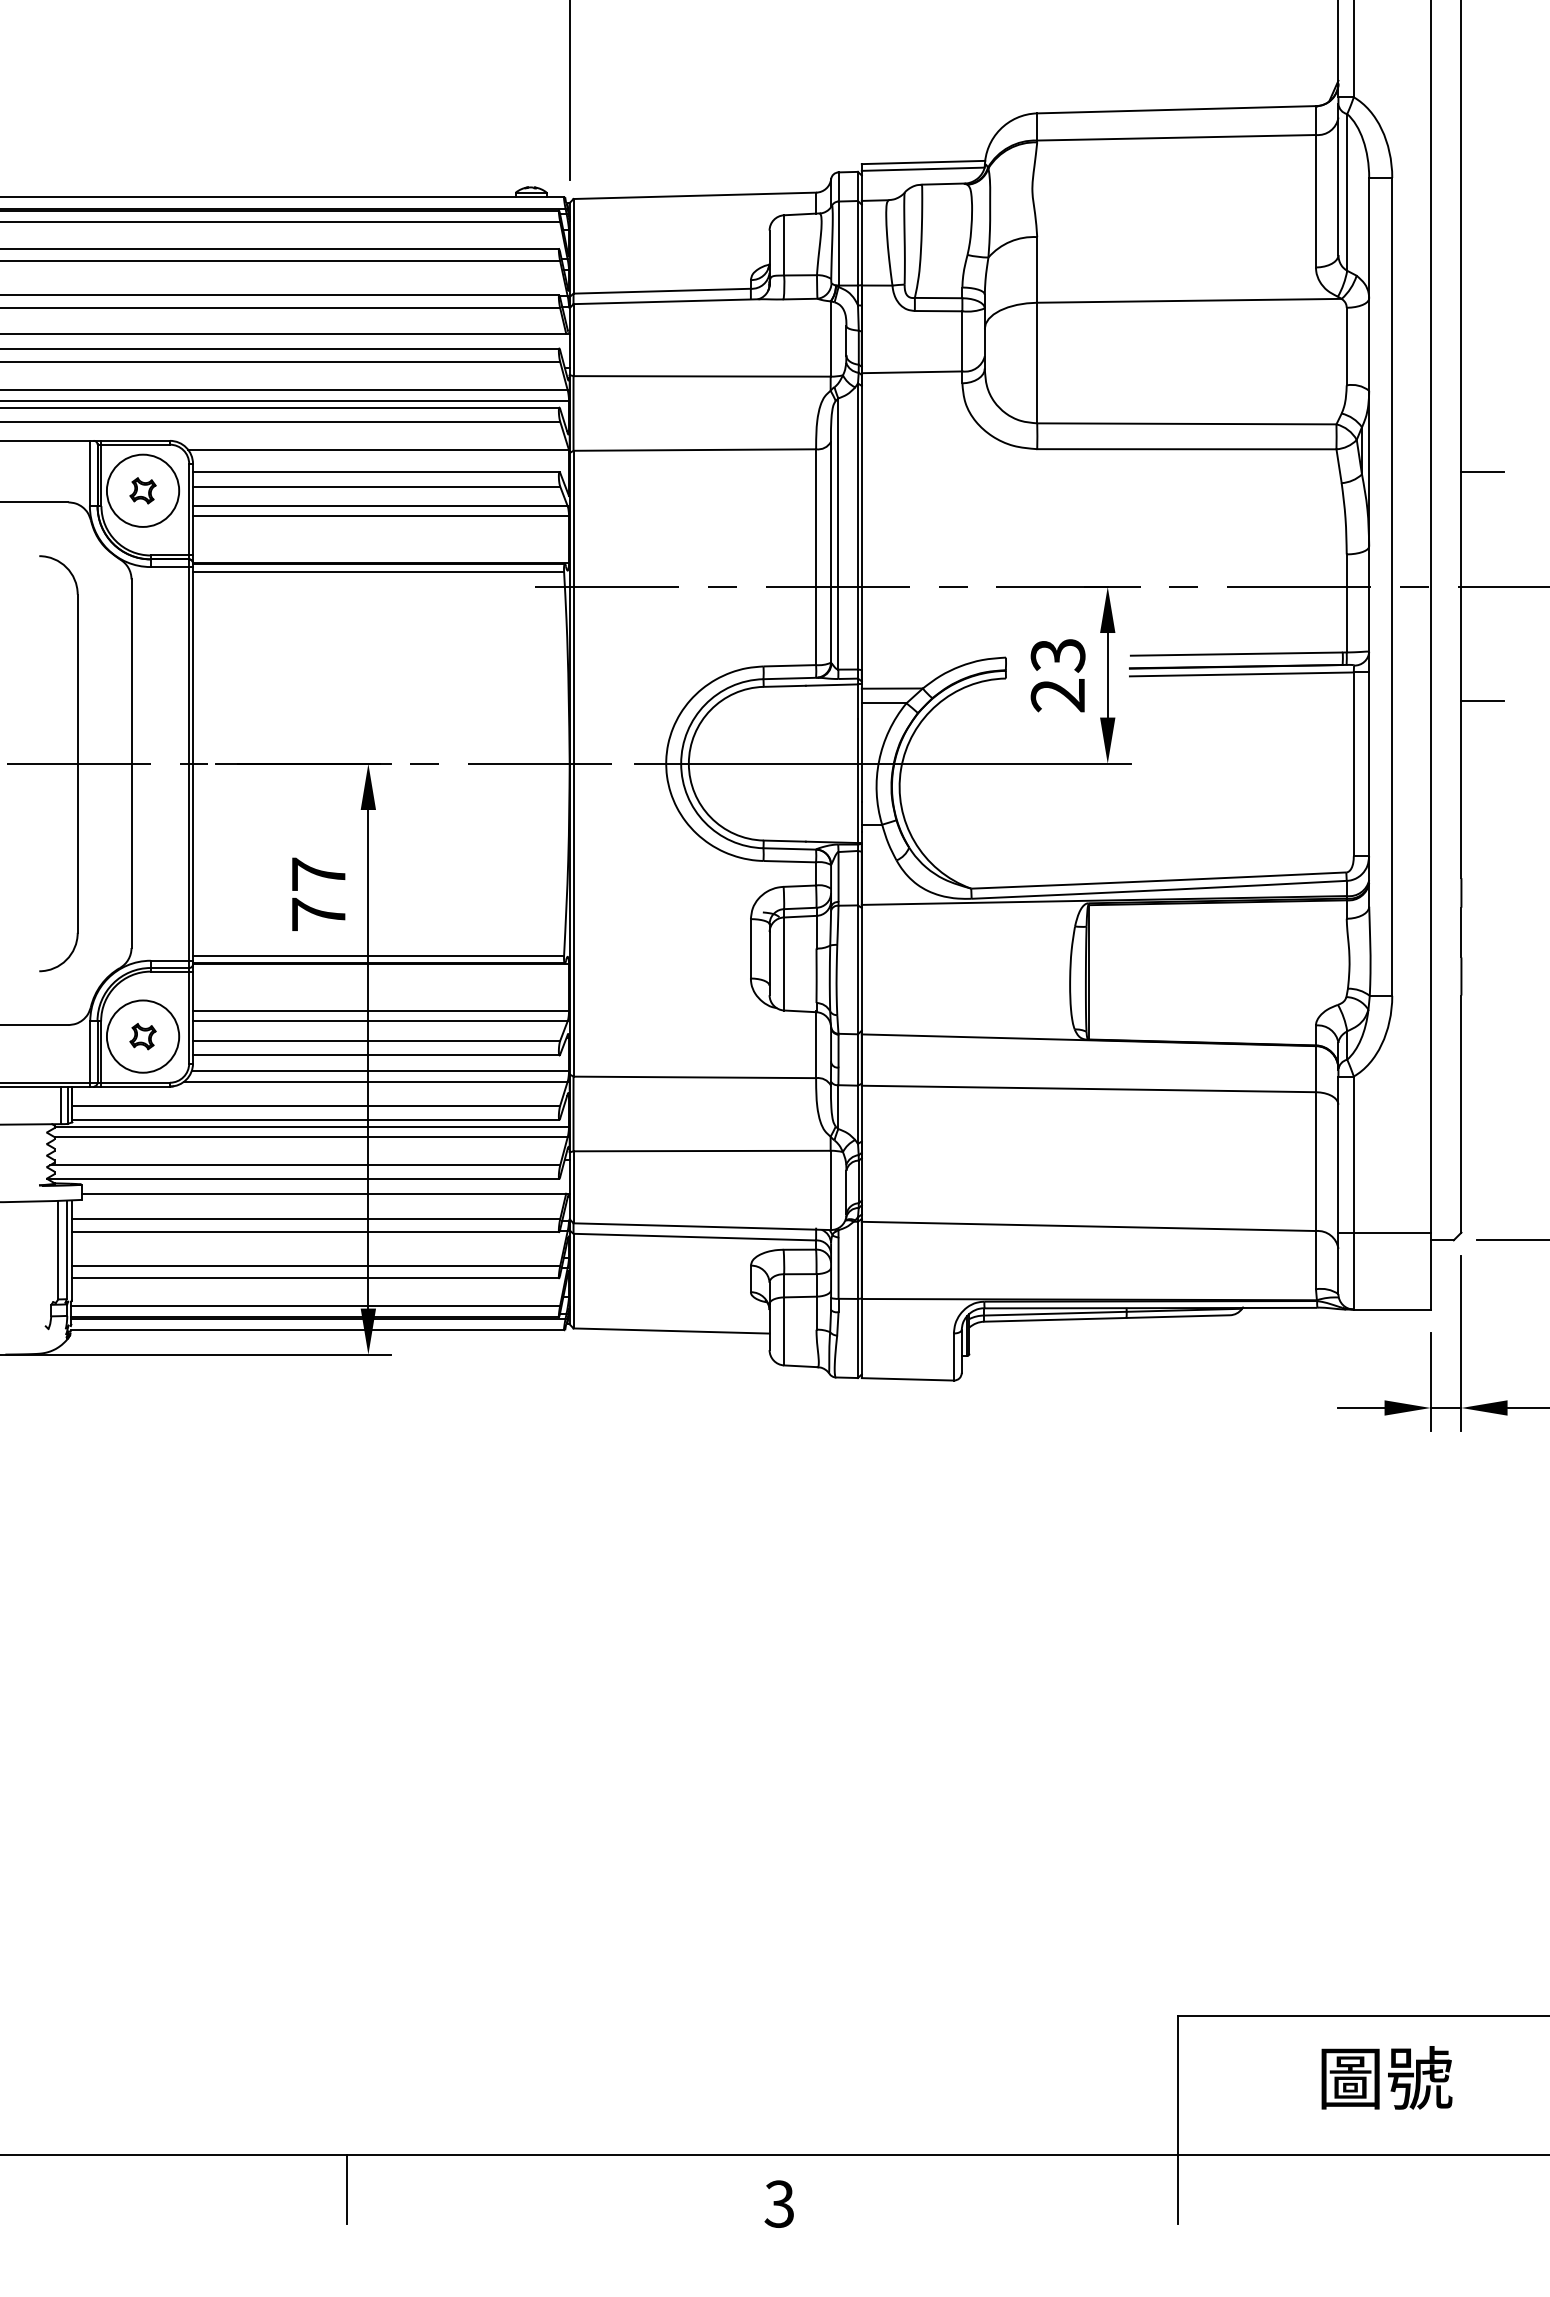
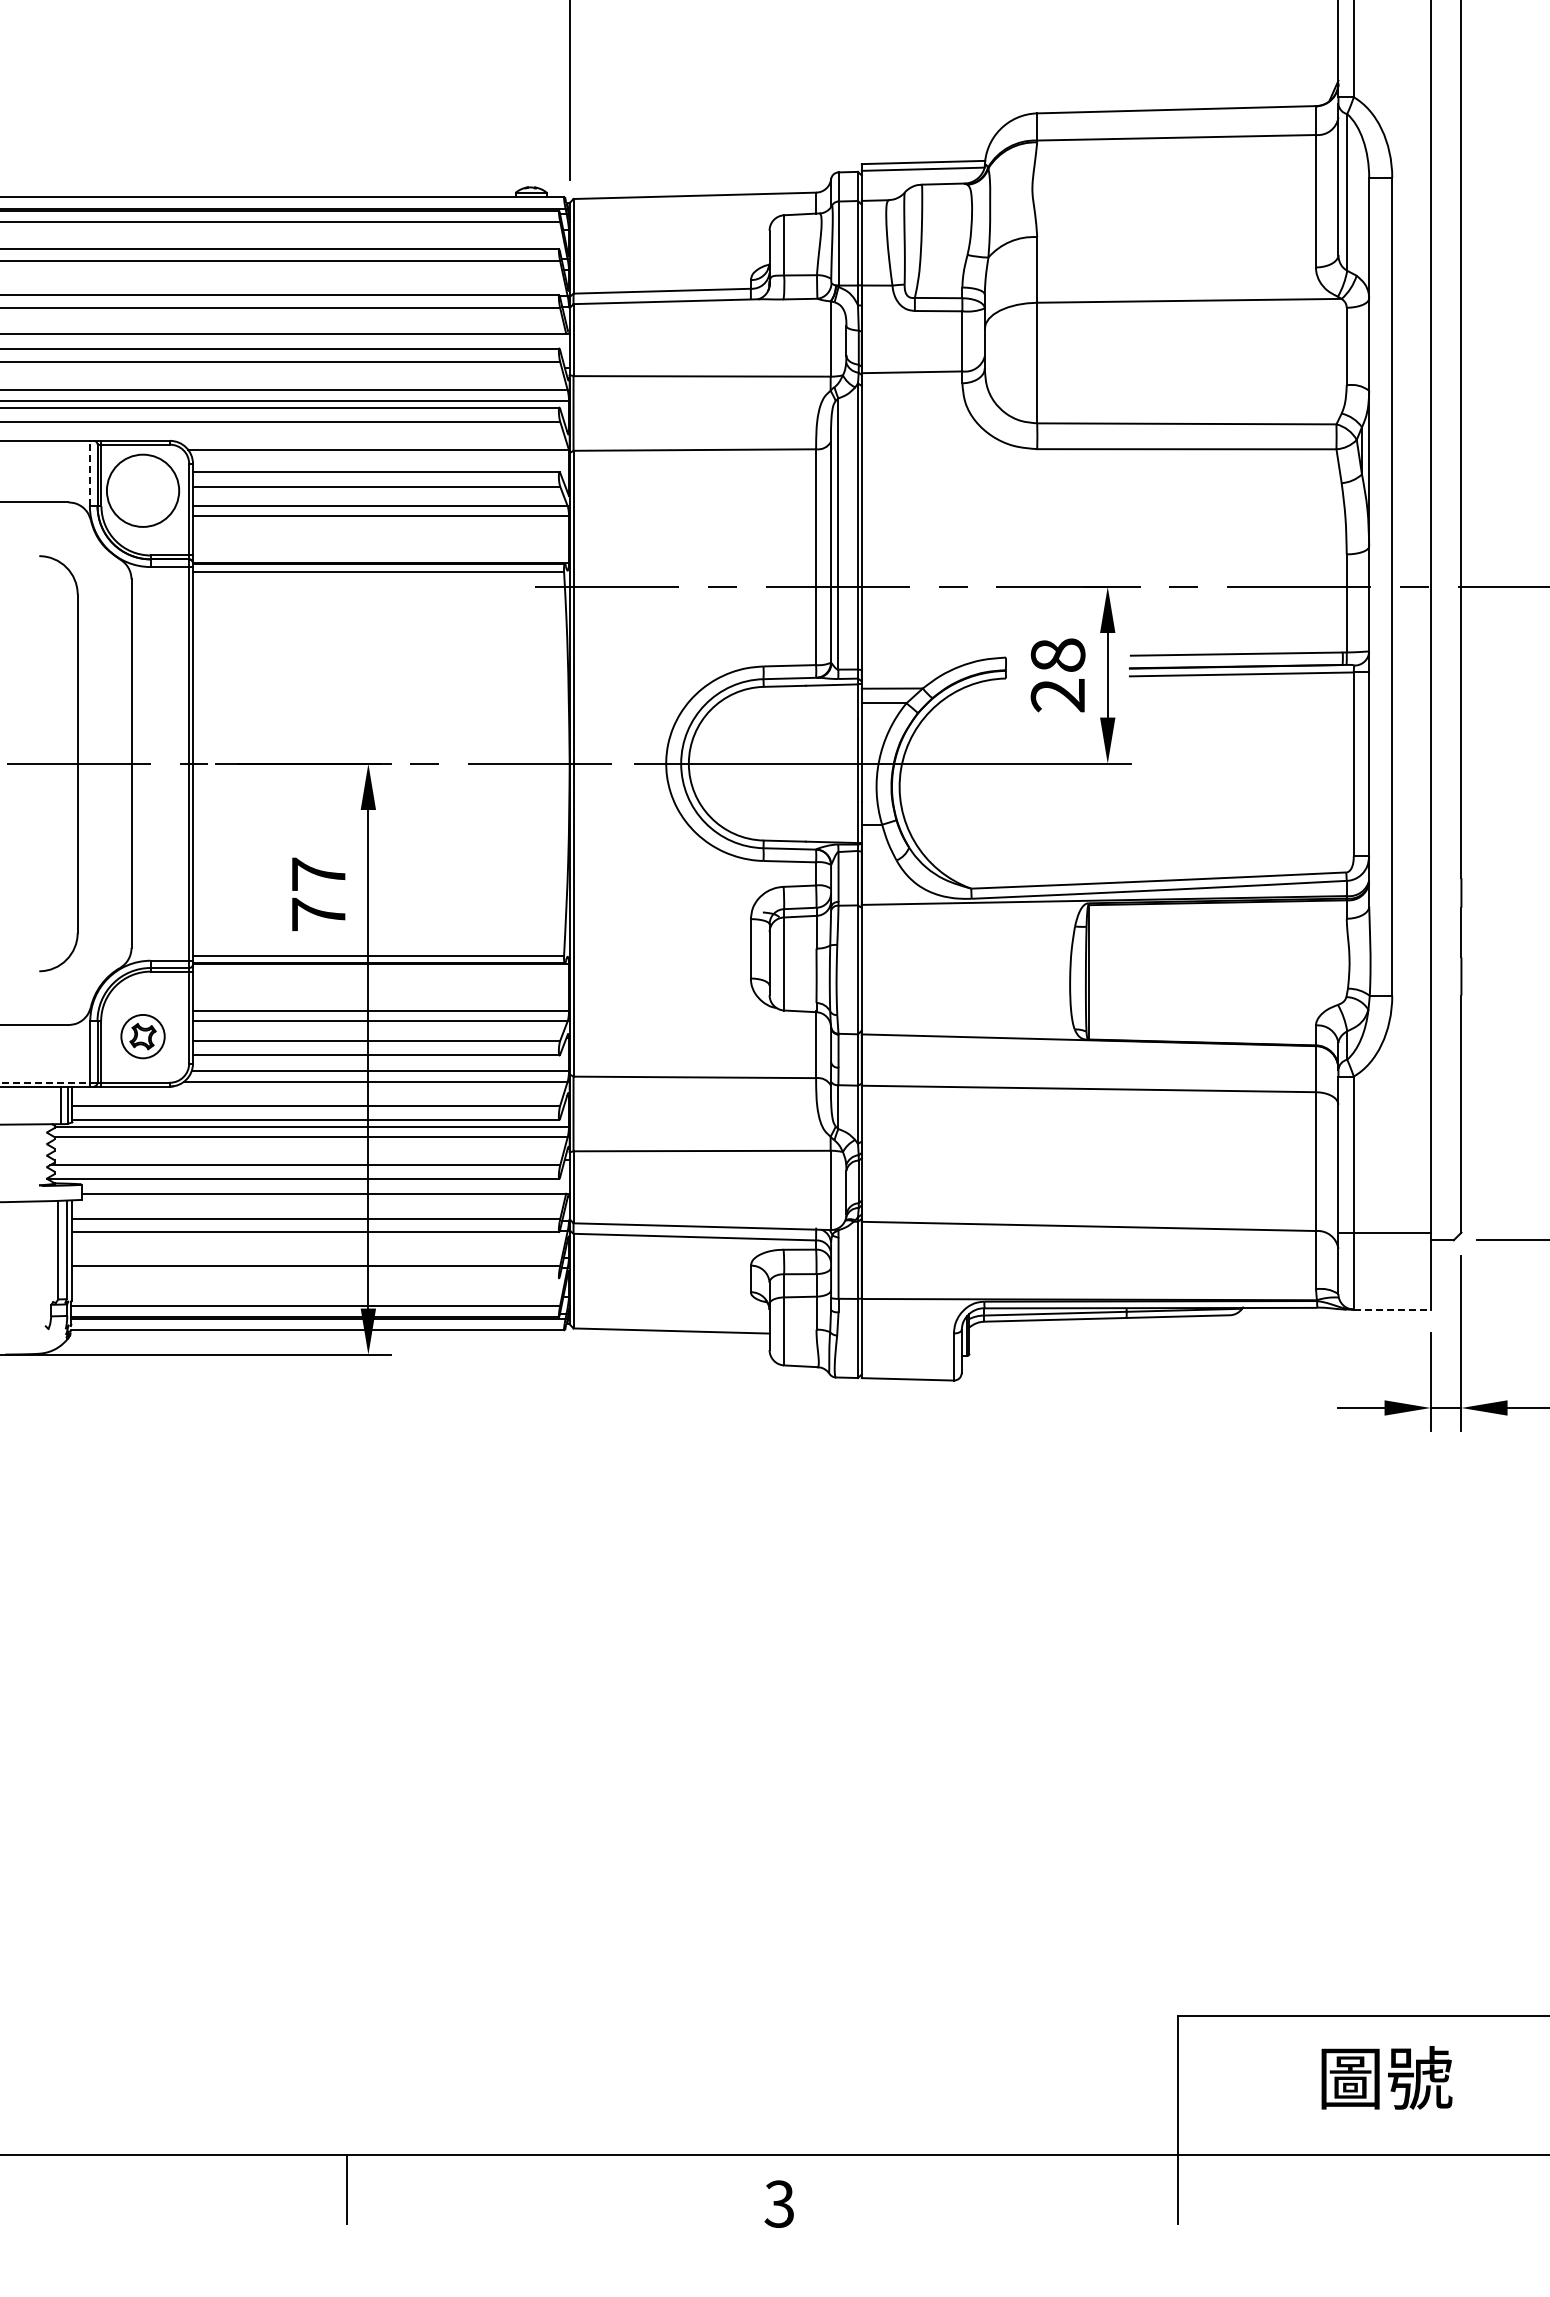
line at (1482, 472): present -> none
line at (89, 473): solid -> dashed
part at (142, 490): present -> none
text at (1057, 655): 23 -> 28
line at (1482, 701): present -> none
circle at (142, 1036) diameter: 72 px -> 43 px
line at (45, 1082): solid -> dashed
line at (315, 1278): present -> none
line at (1392, 1309): solid -> dashed
